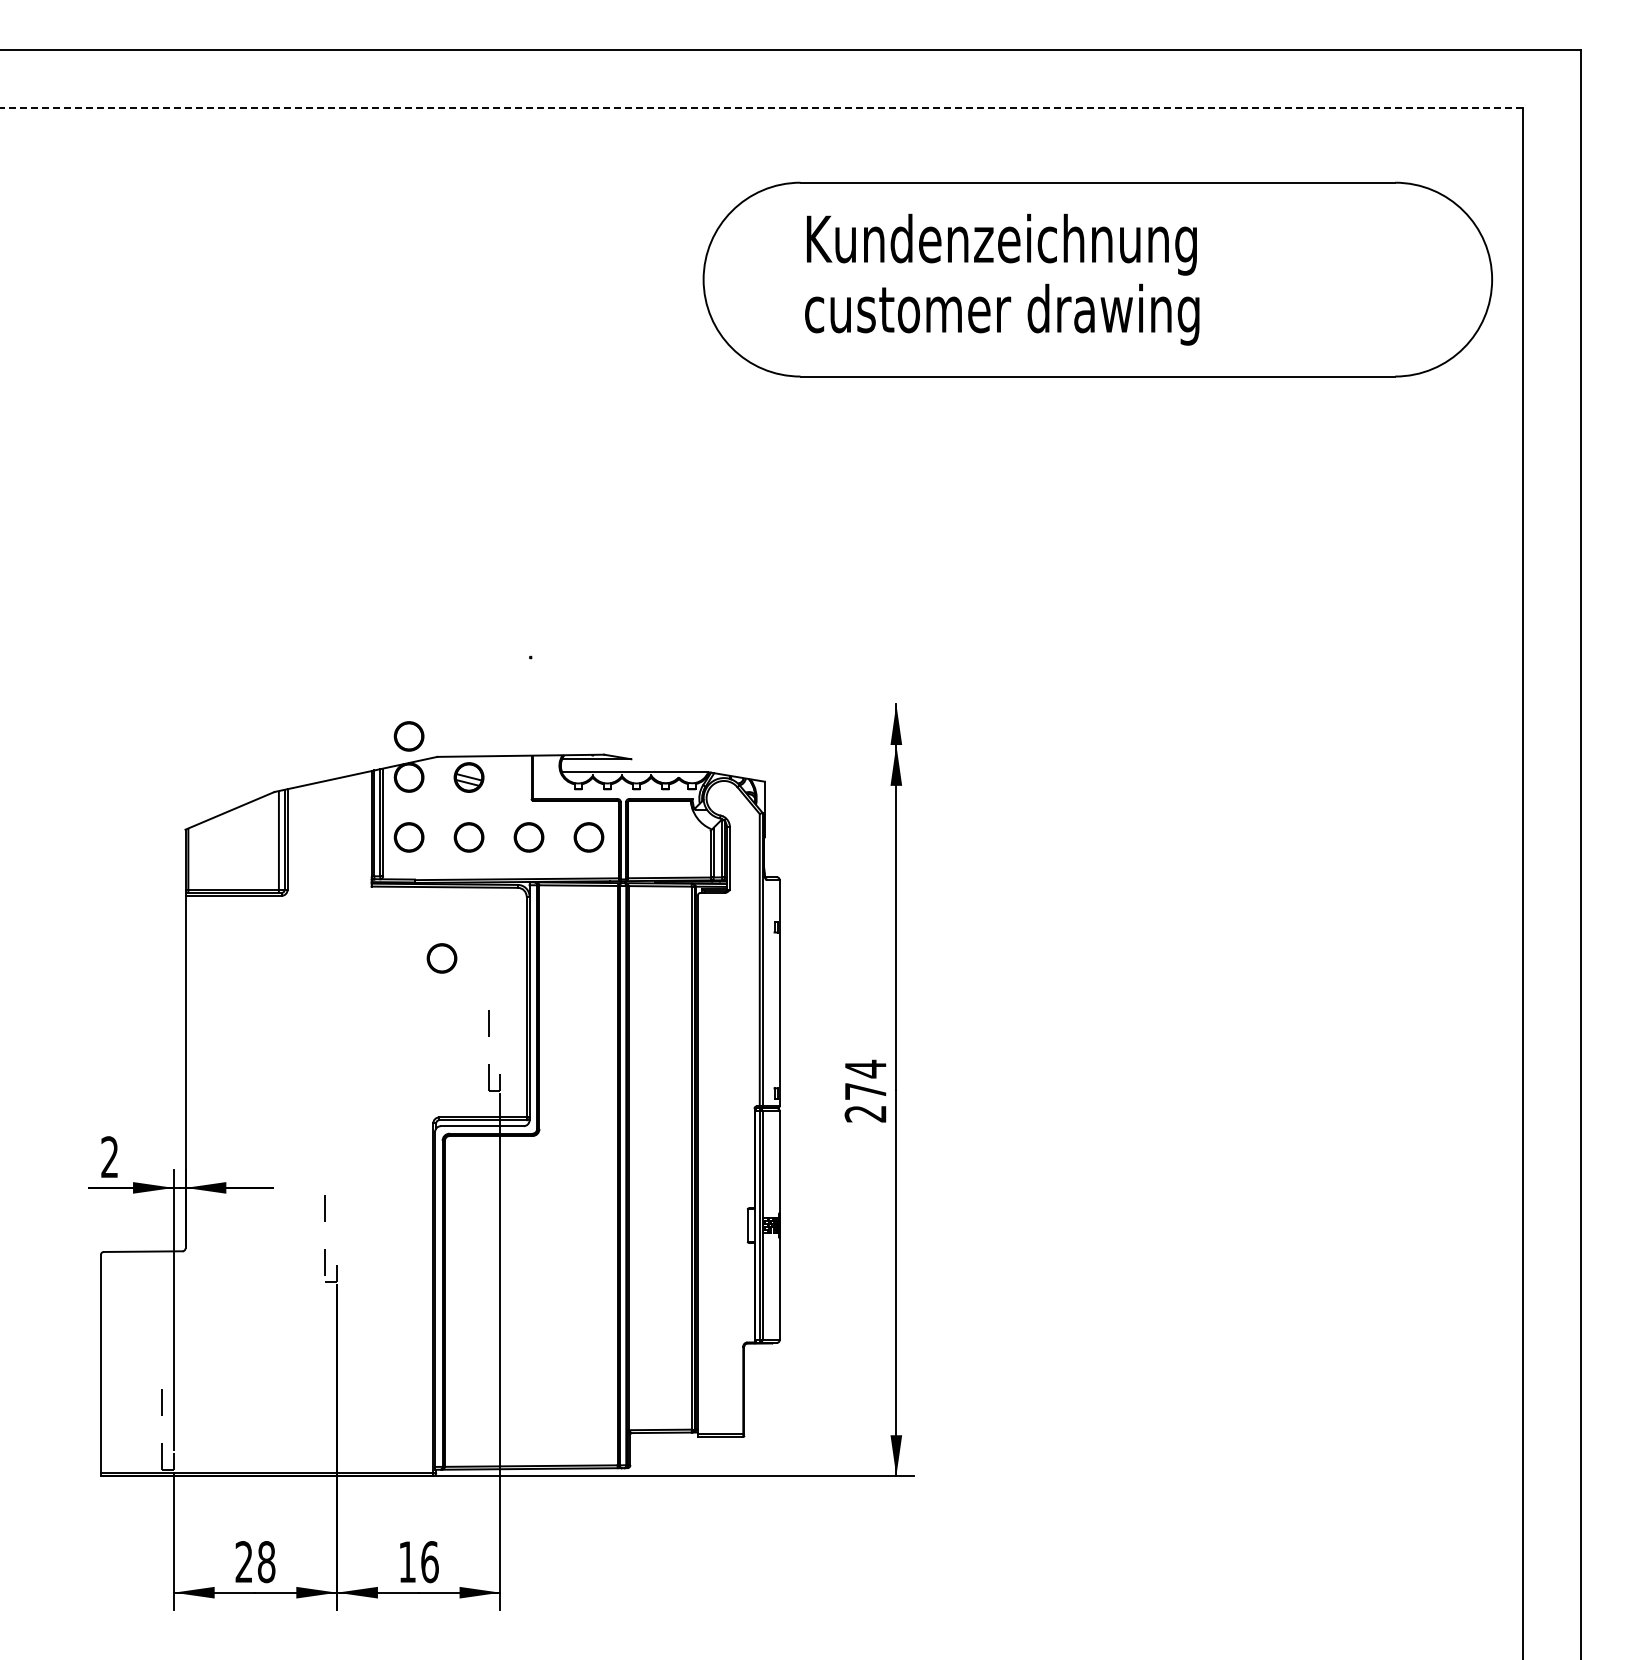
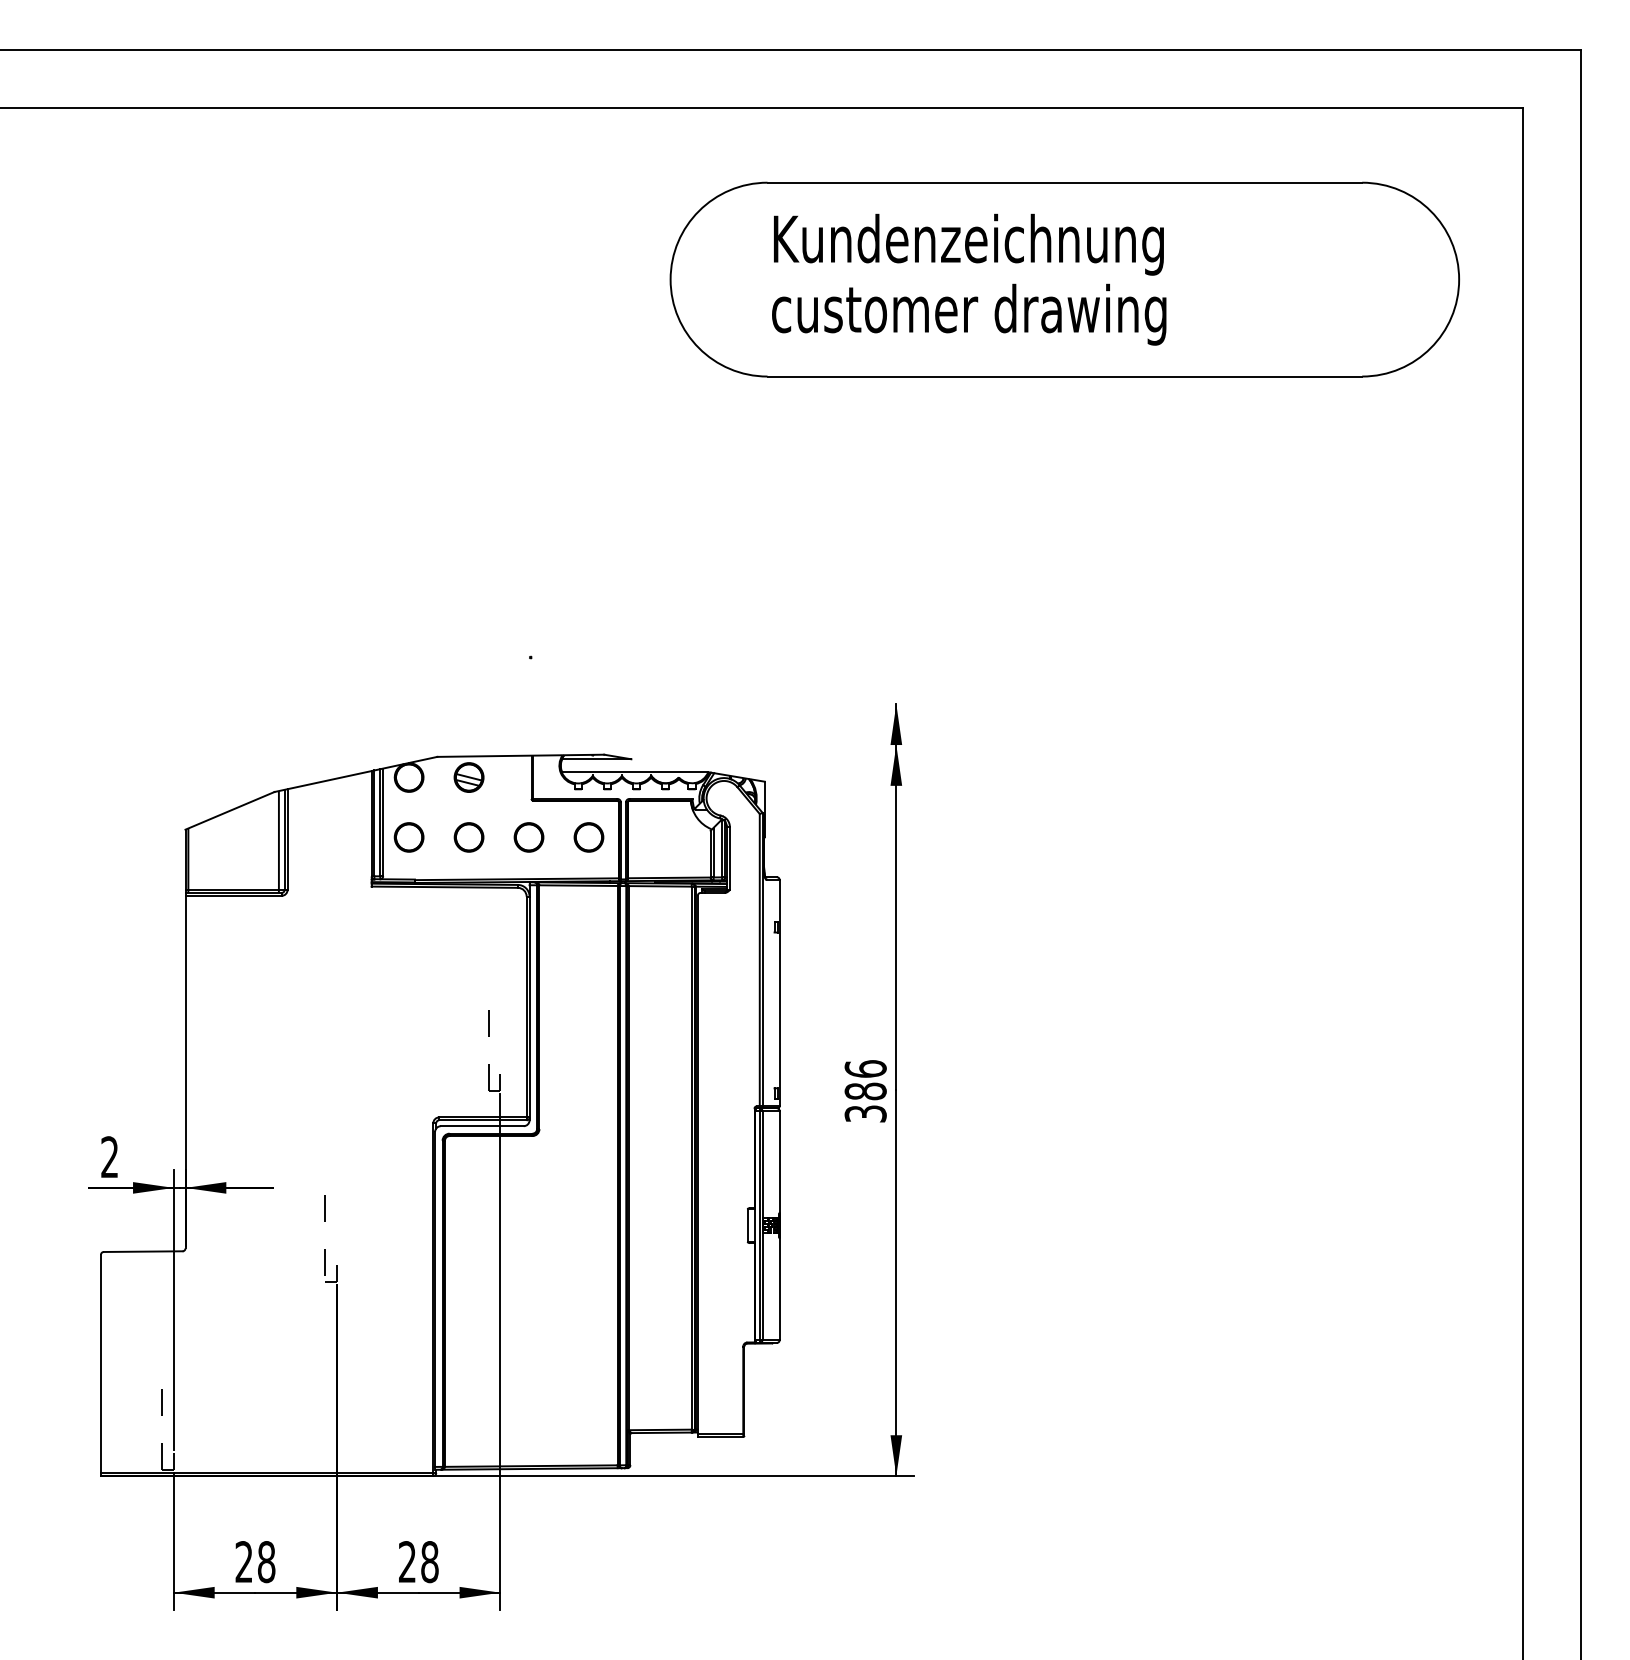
line at (761, 108): dashed -> solid
part at (1097, 279) position: (1097, 279) -> (1064, 279)
part at (408, 736): present -> none
part at (441, 958): present -> none
text at (865, 1090): 274 -> 386
text at (418, 1562): 16 -> 28
